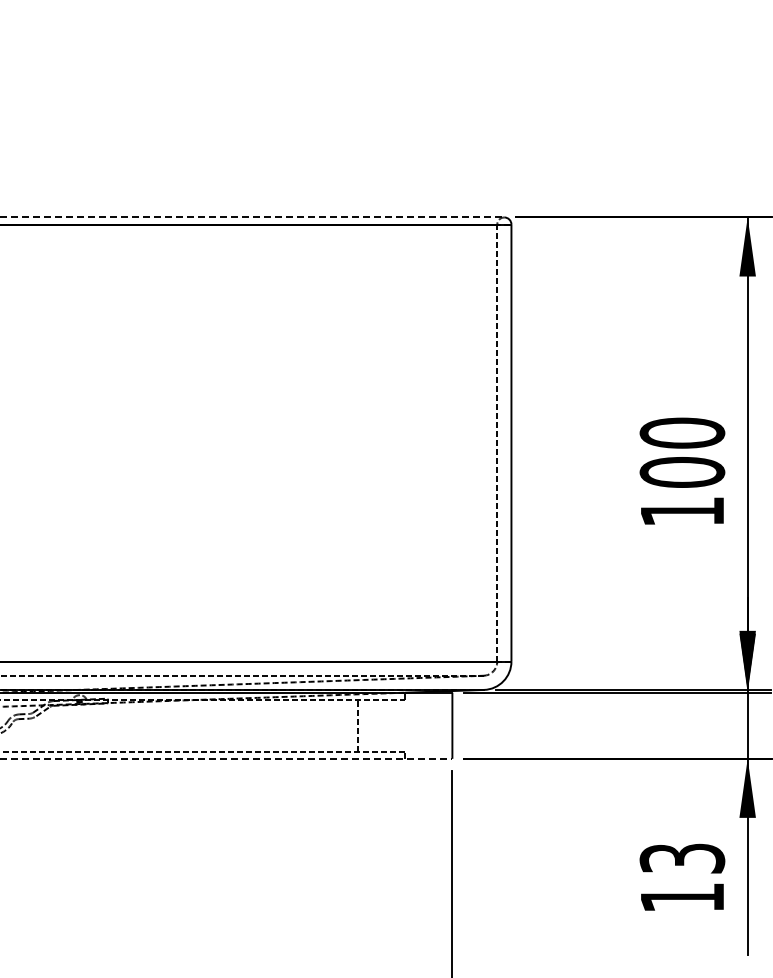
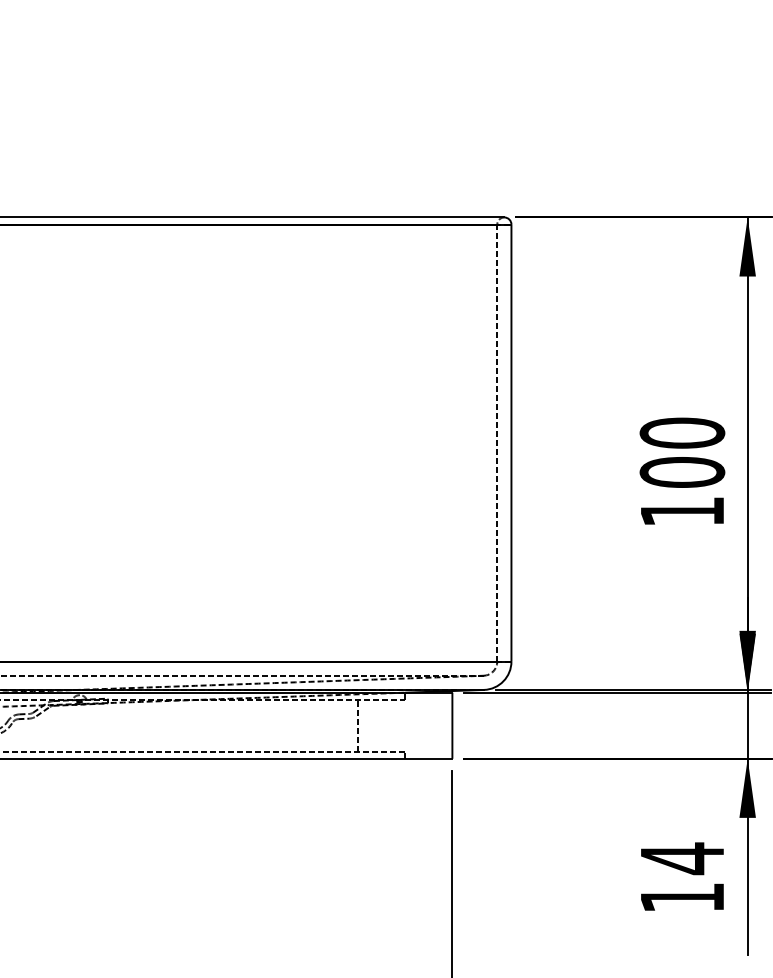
line at (252, 217): dashed -> solid
line at (226, 758): dashed -> solid
text at (682, 858): 13 -> 14
